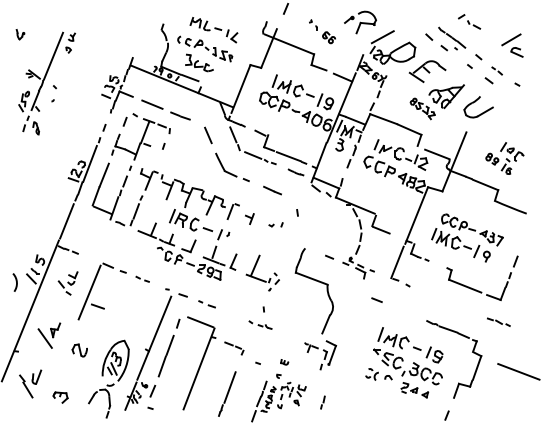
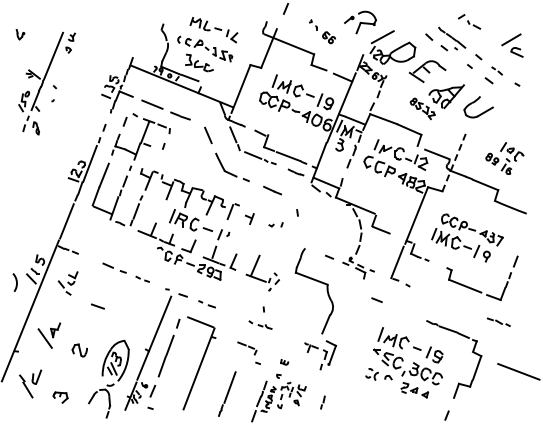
line at (454, 161): solid -> dashed
line at (89, 292): present -> none
part at (234, 348) position: (234, 348) -> (247, 348)
